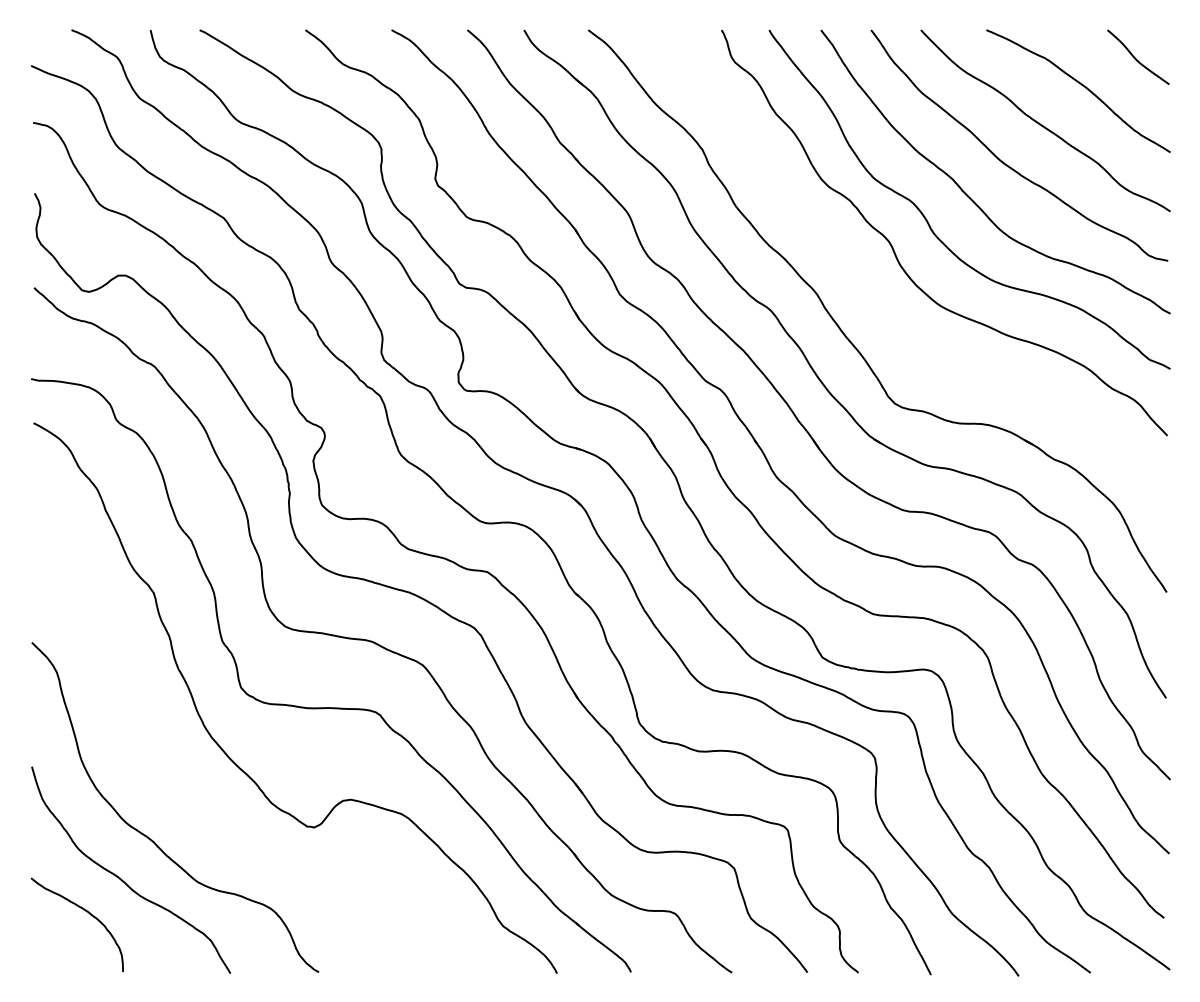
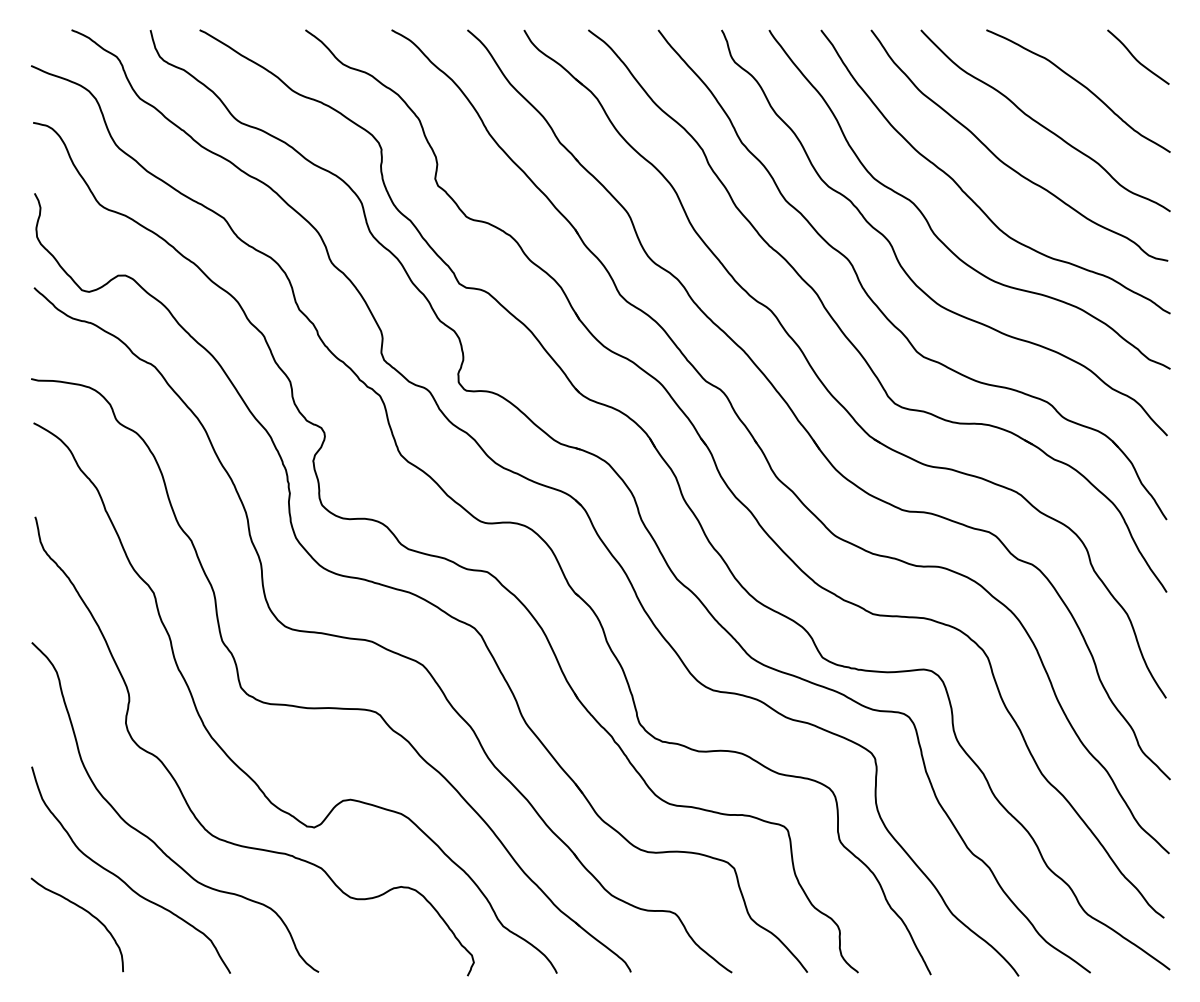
part at (879, 307): none -> present
curve at (178, 784): none -> present
